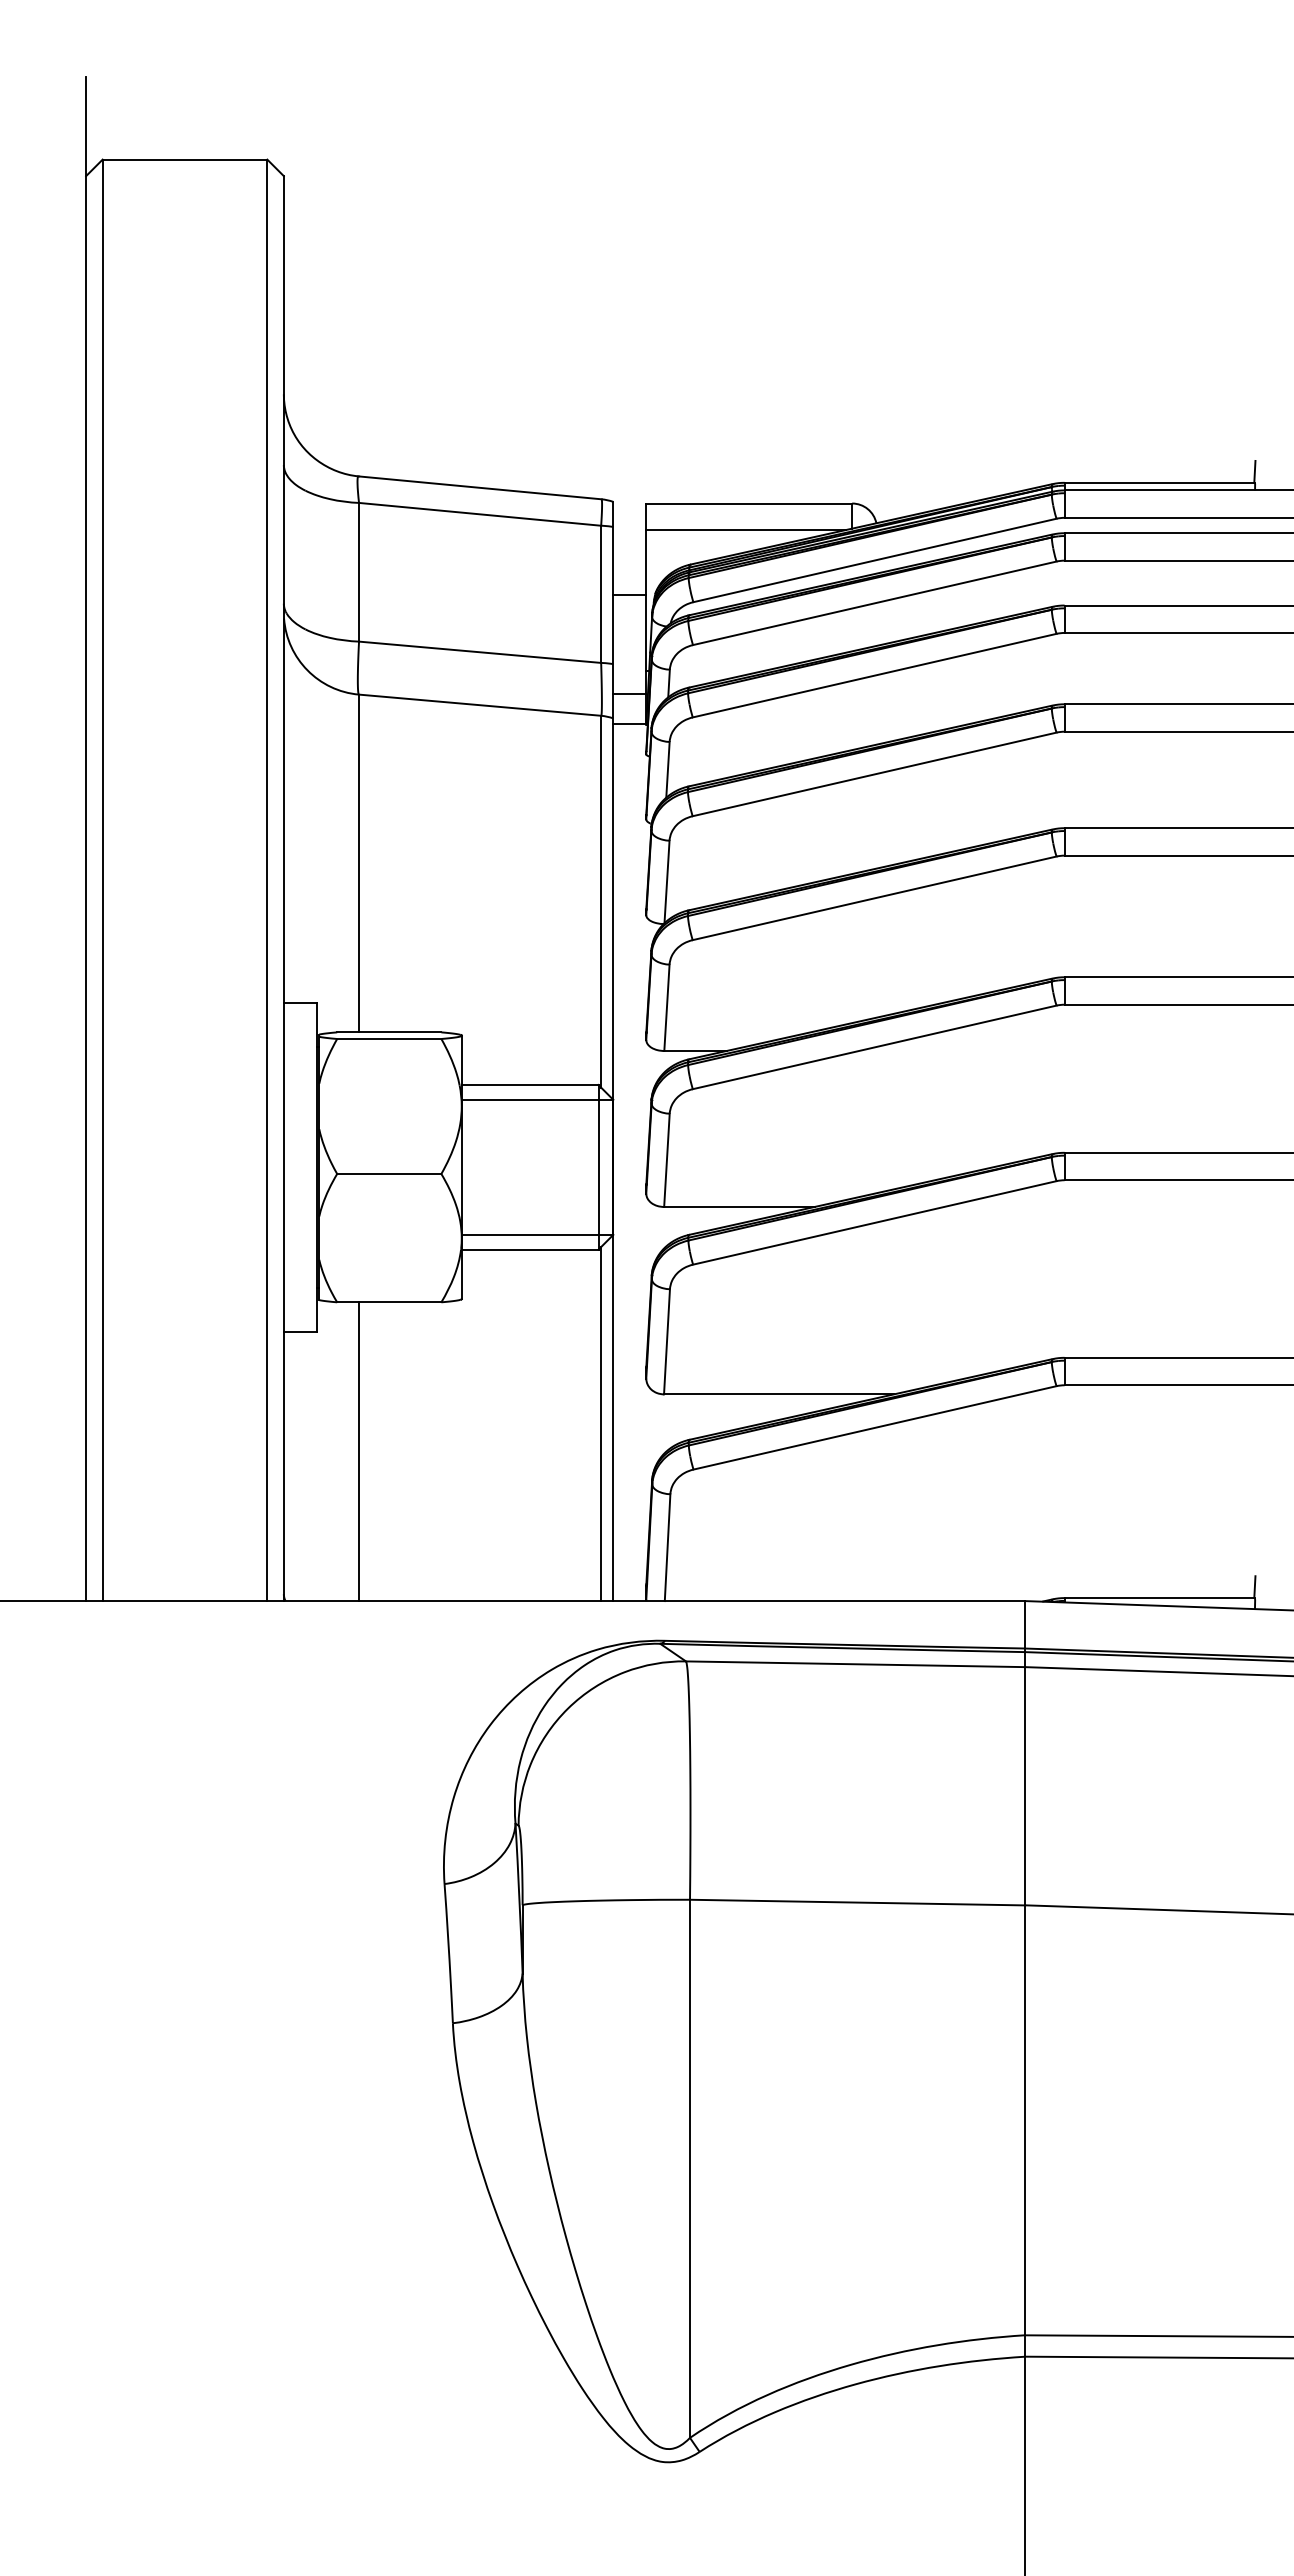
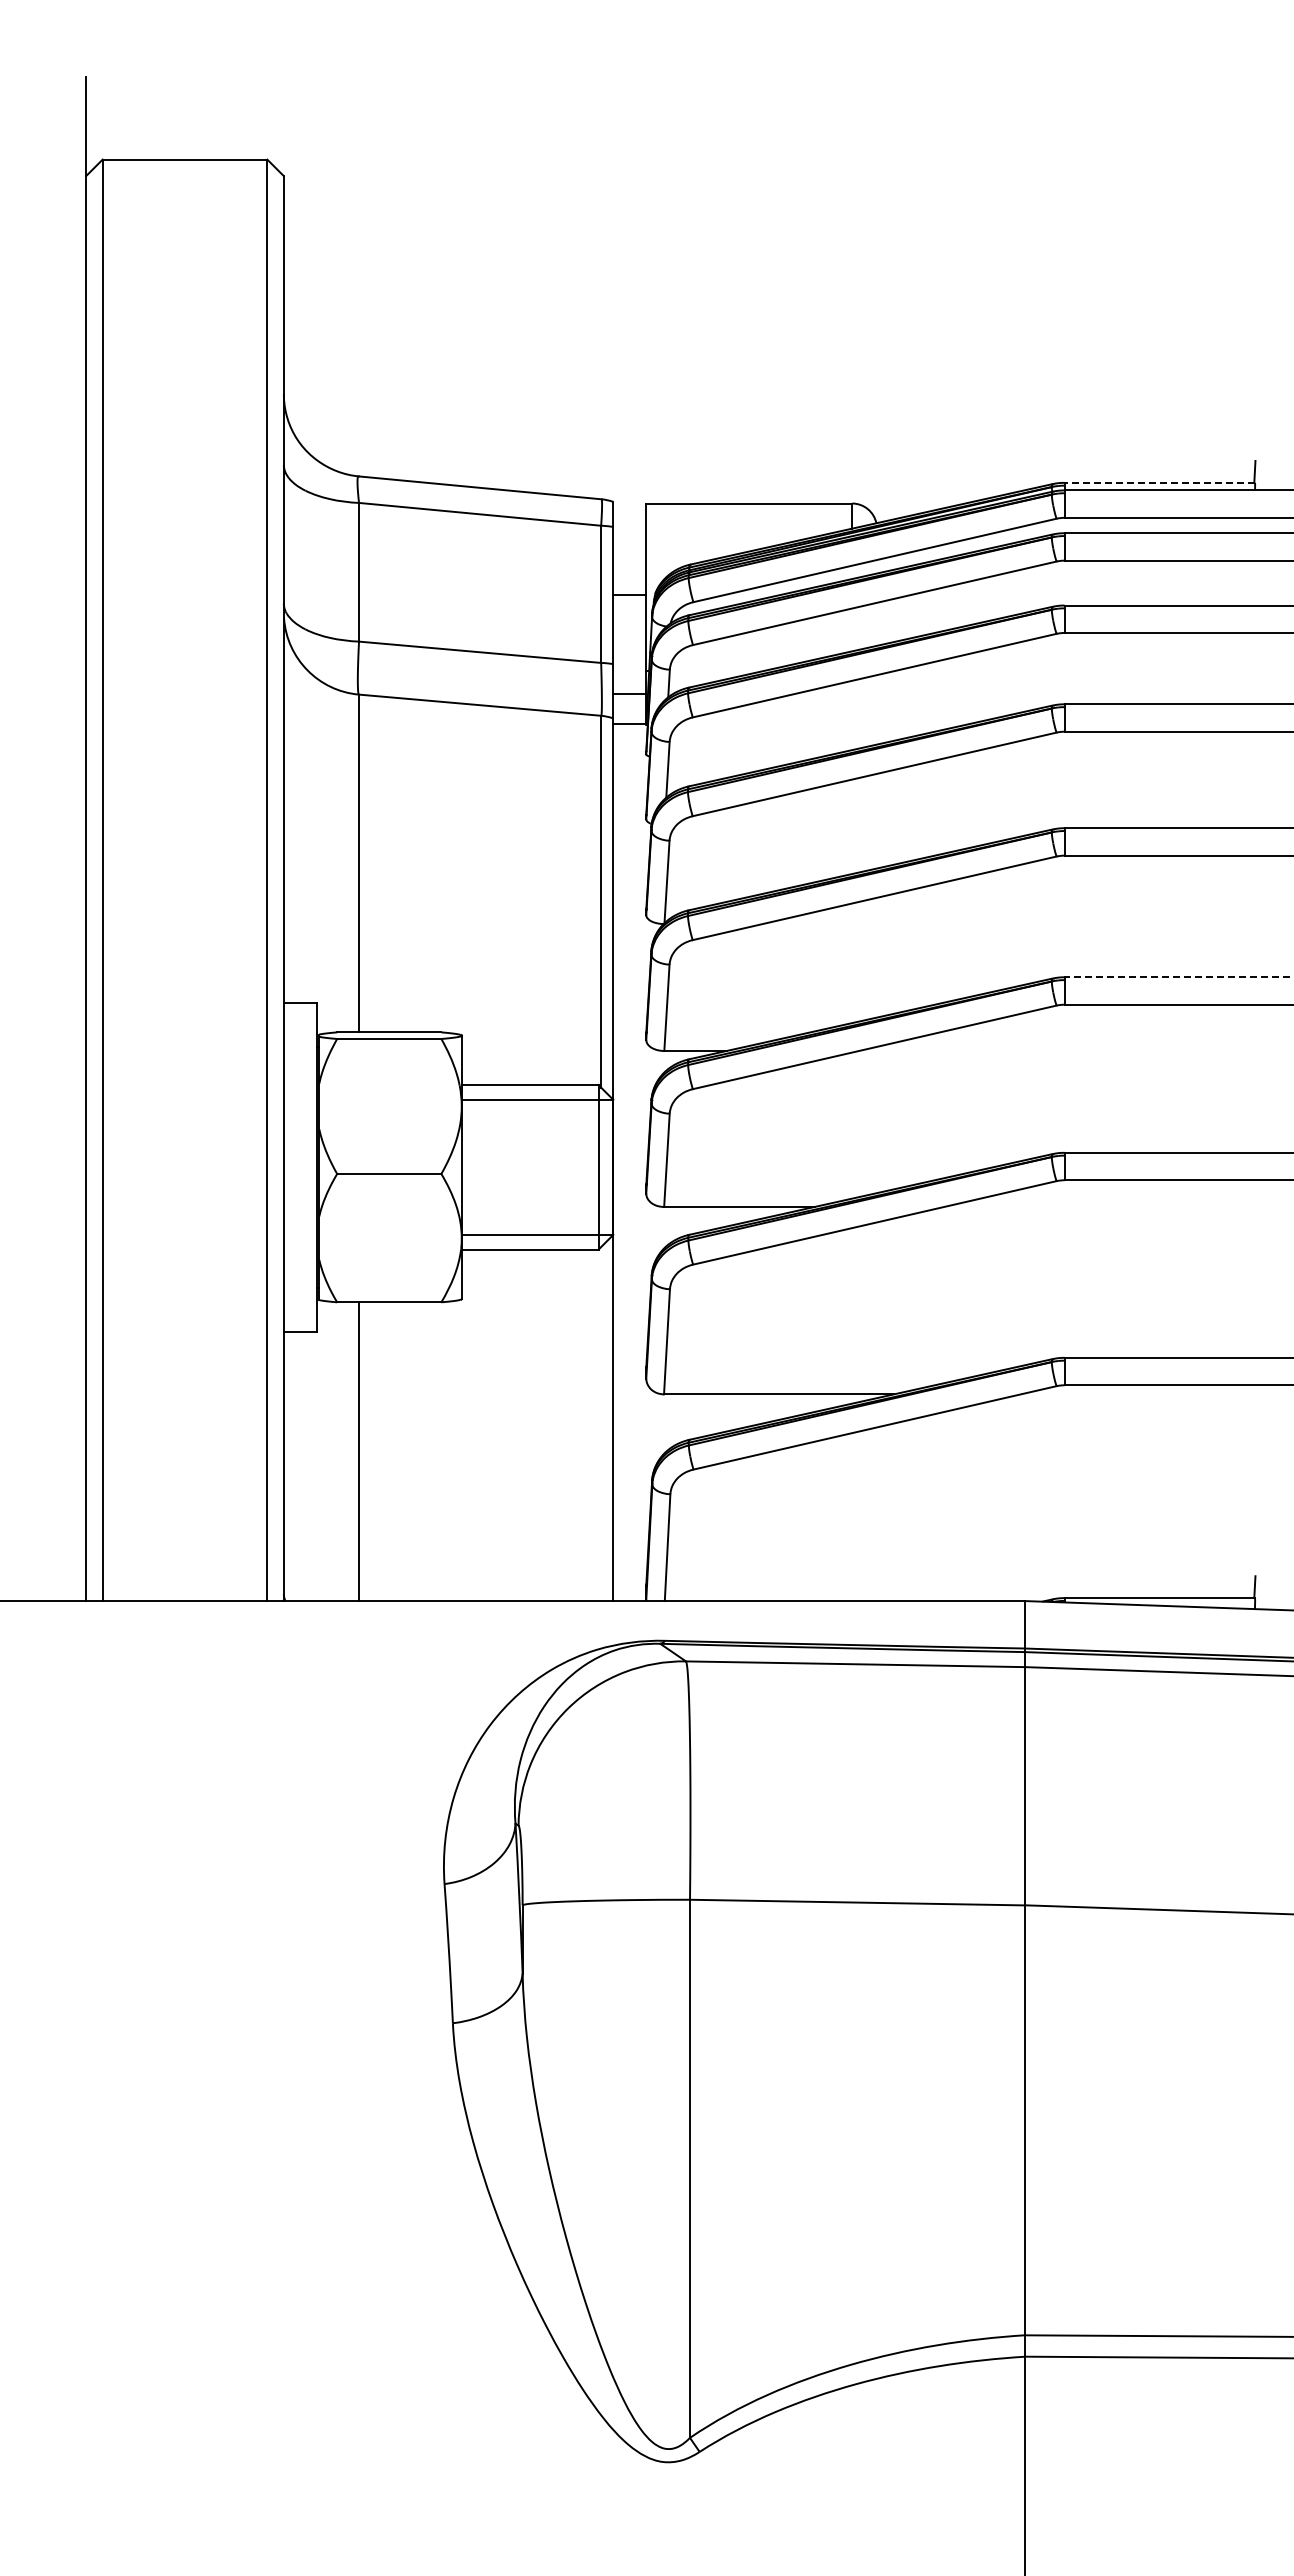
line at (1159, 482): solid -> dashed
line at (745, 530): present -> none
line at (1178, 977): solid -> dashed
line at (601, 1424): present -> none
